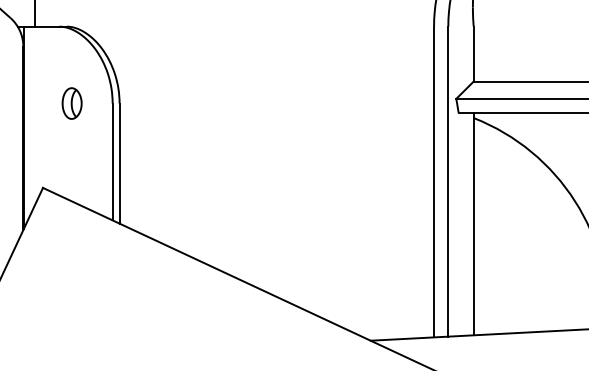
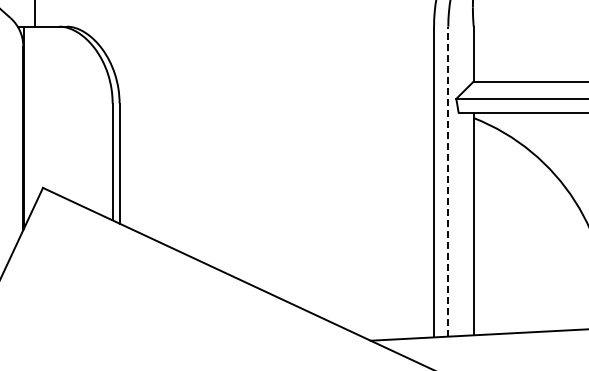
part at (71, 103): present -> none
line at (448, 181): solid -> dashed
